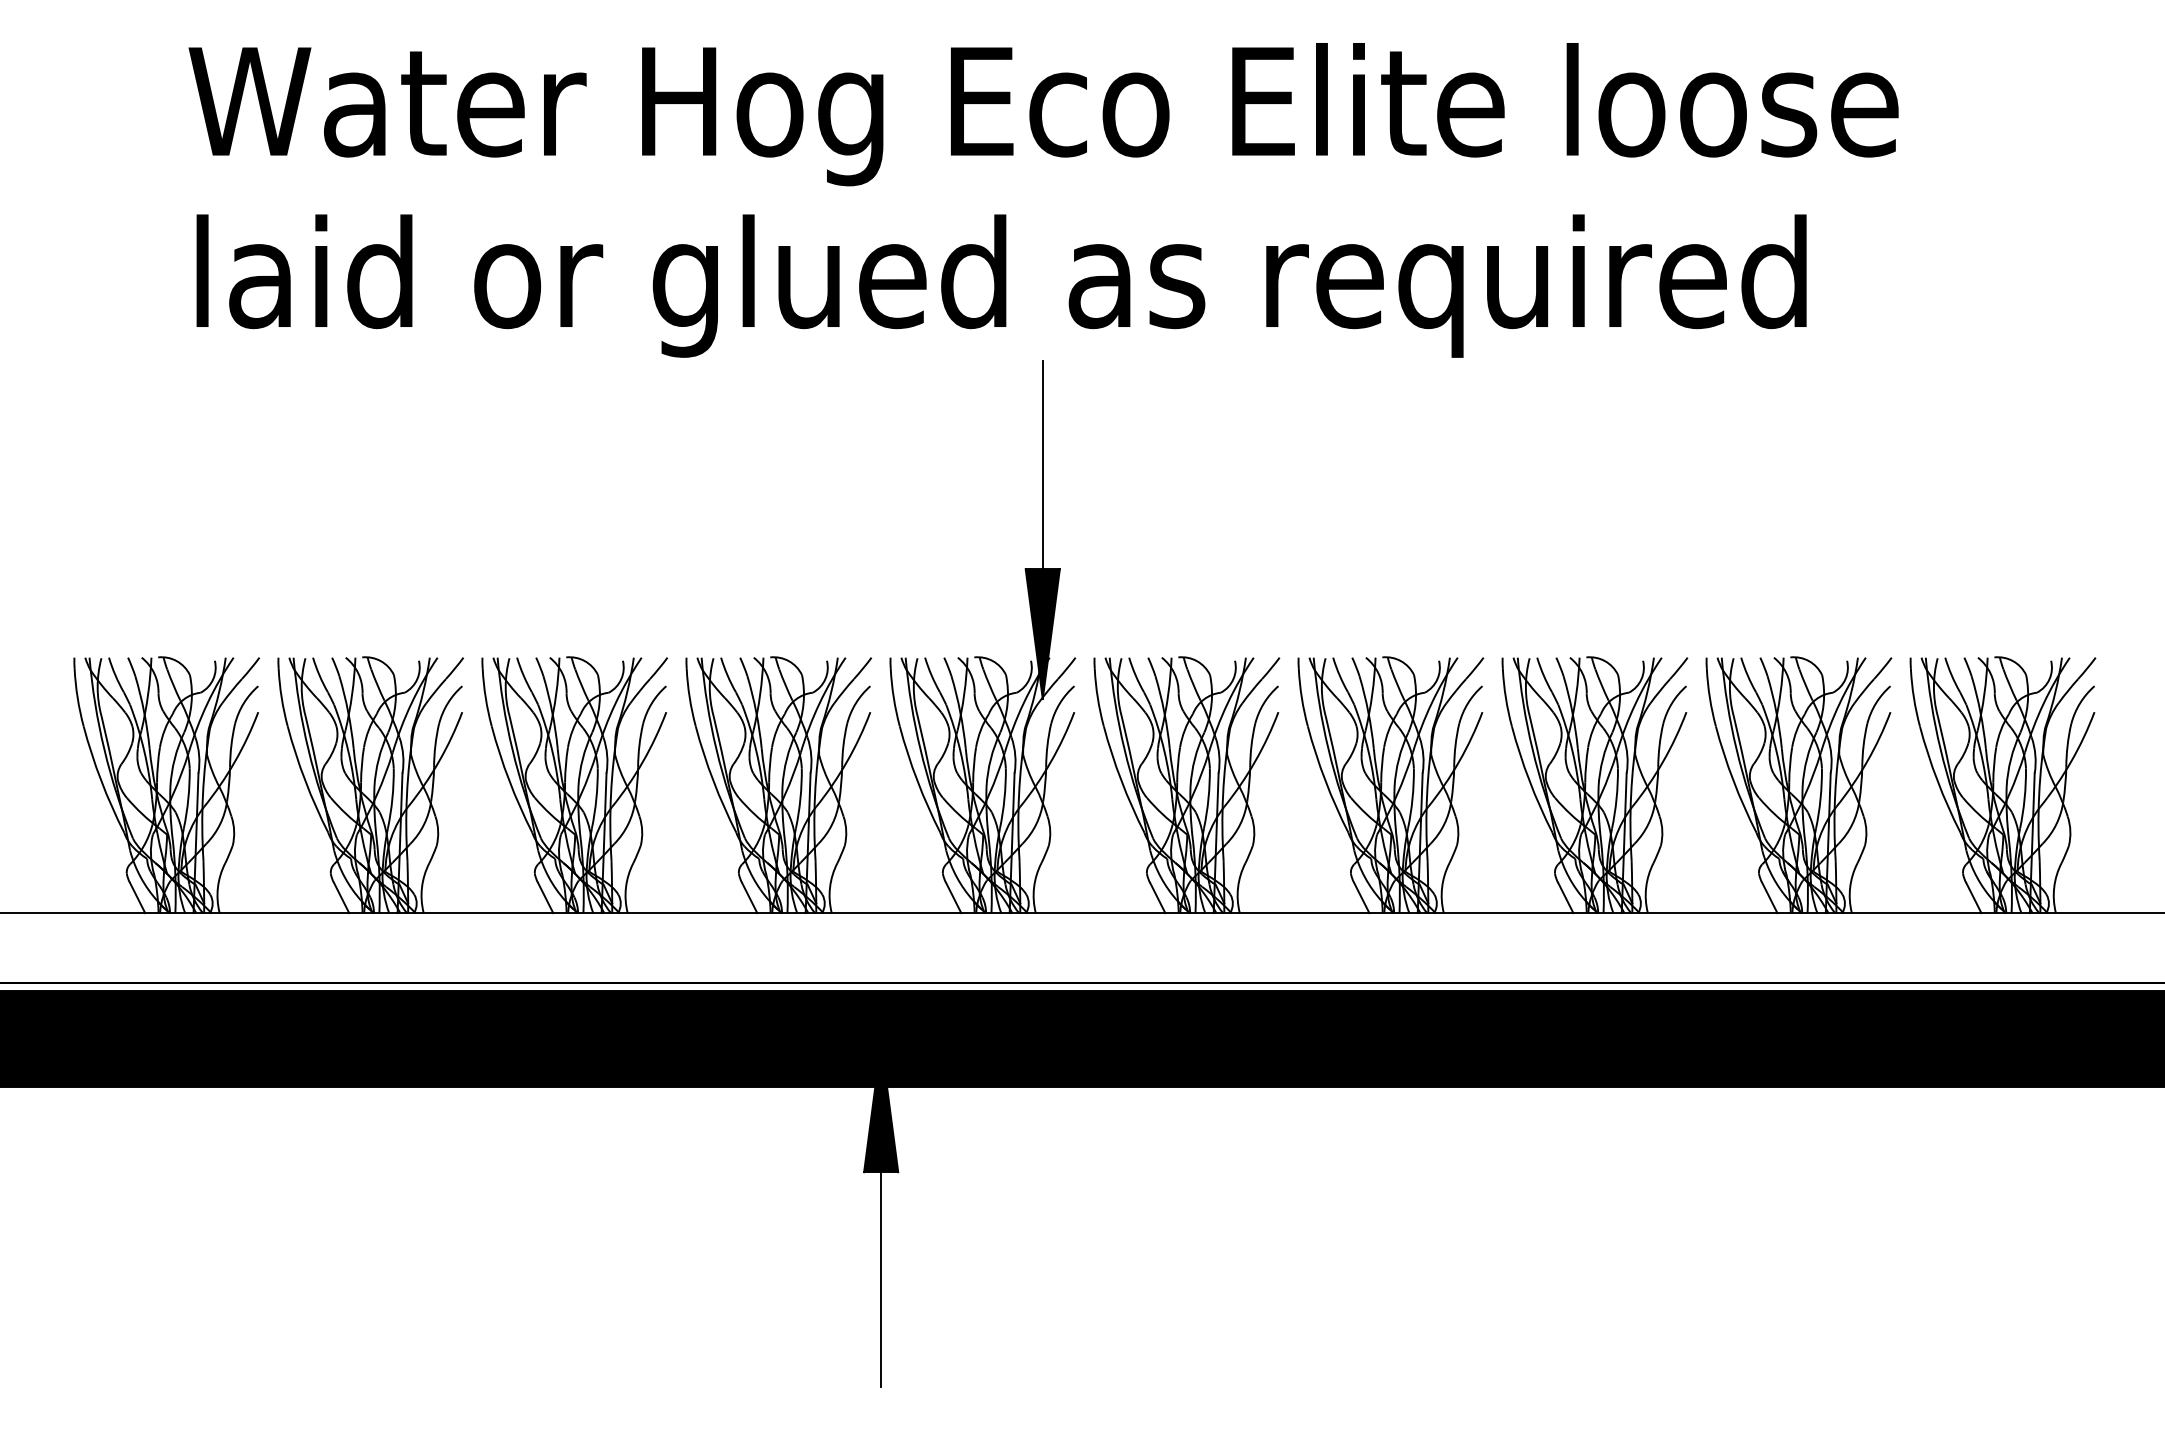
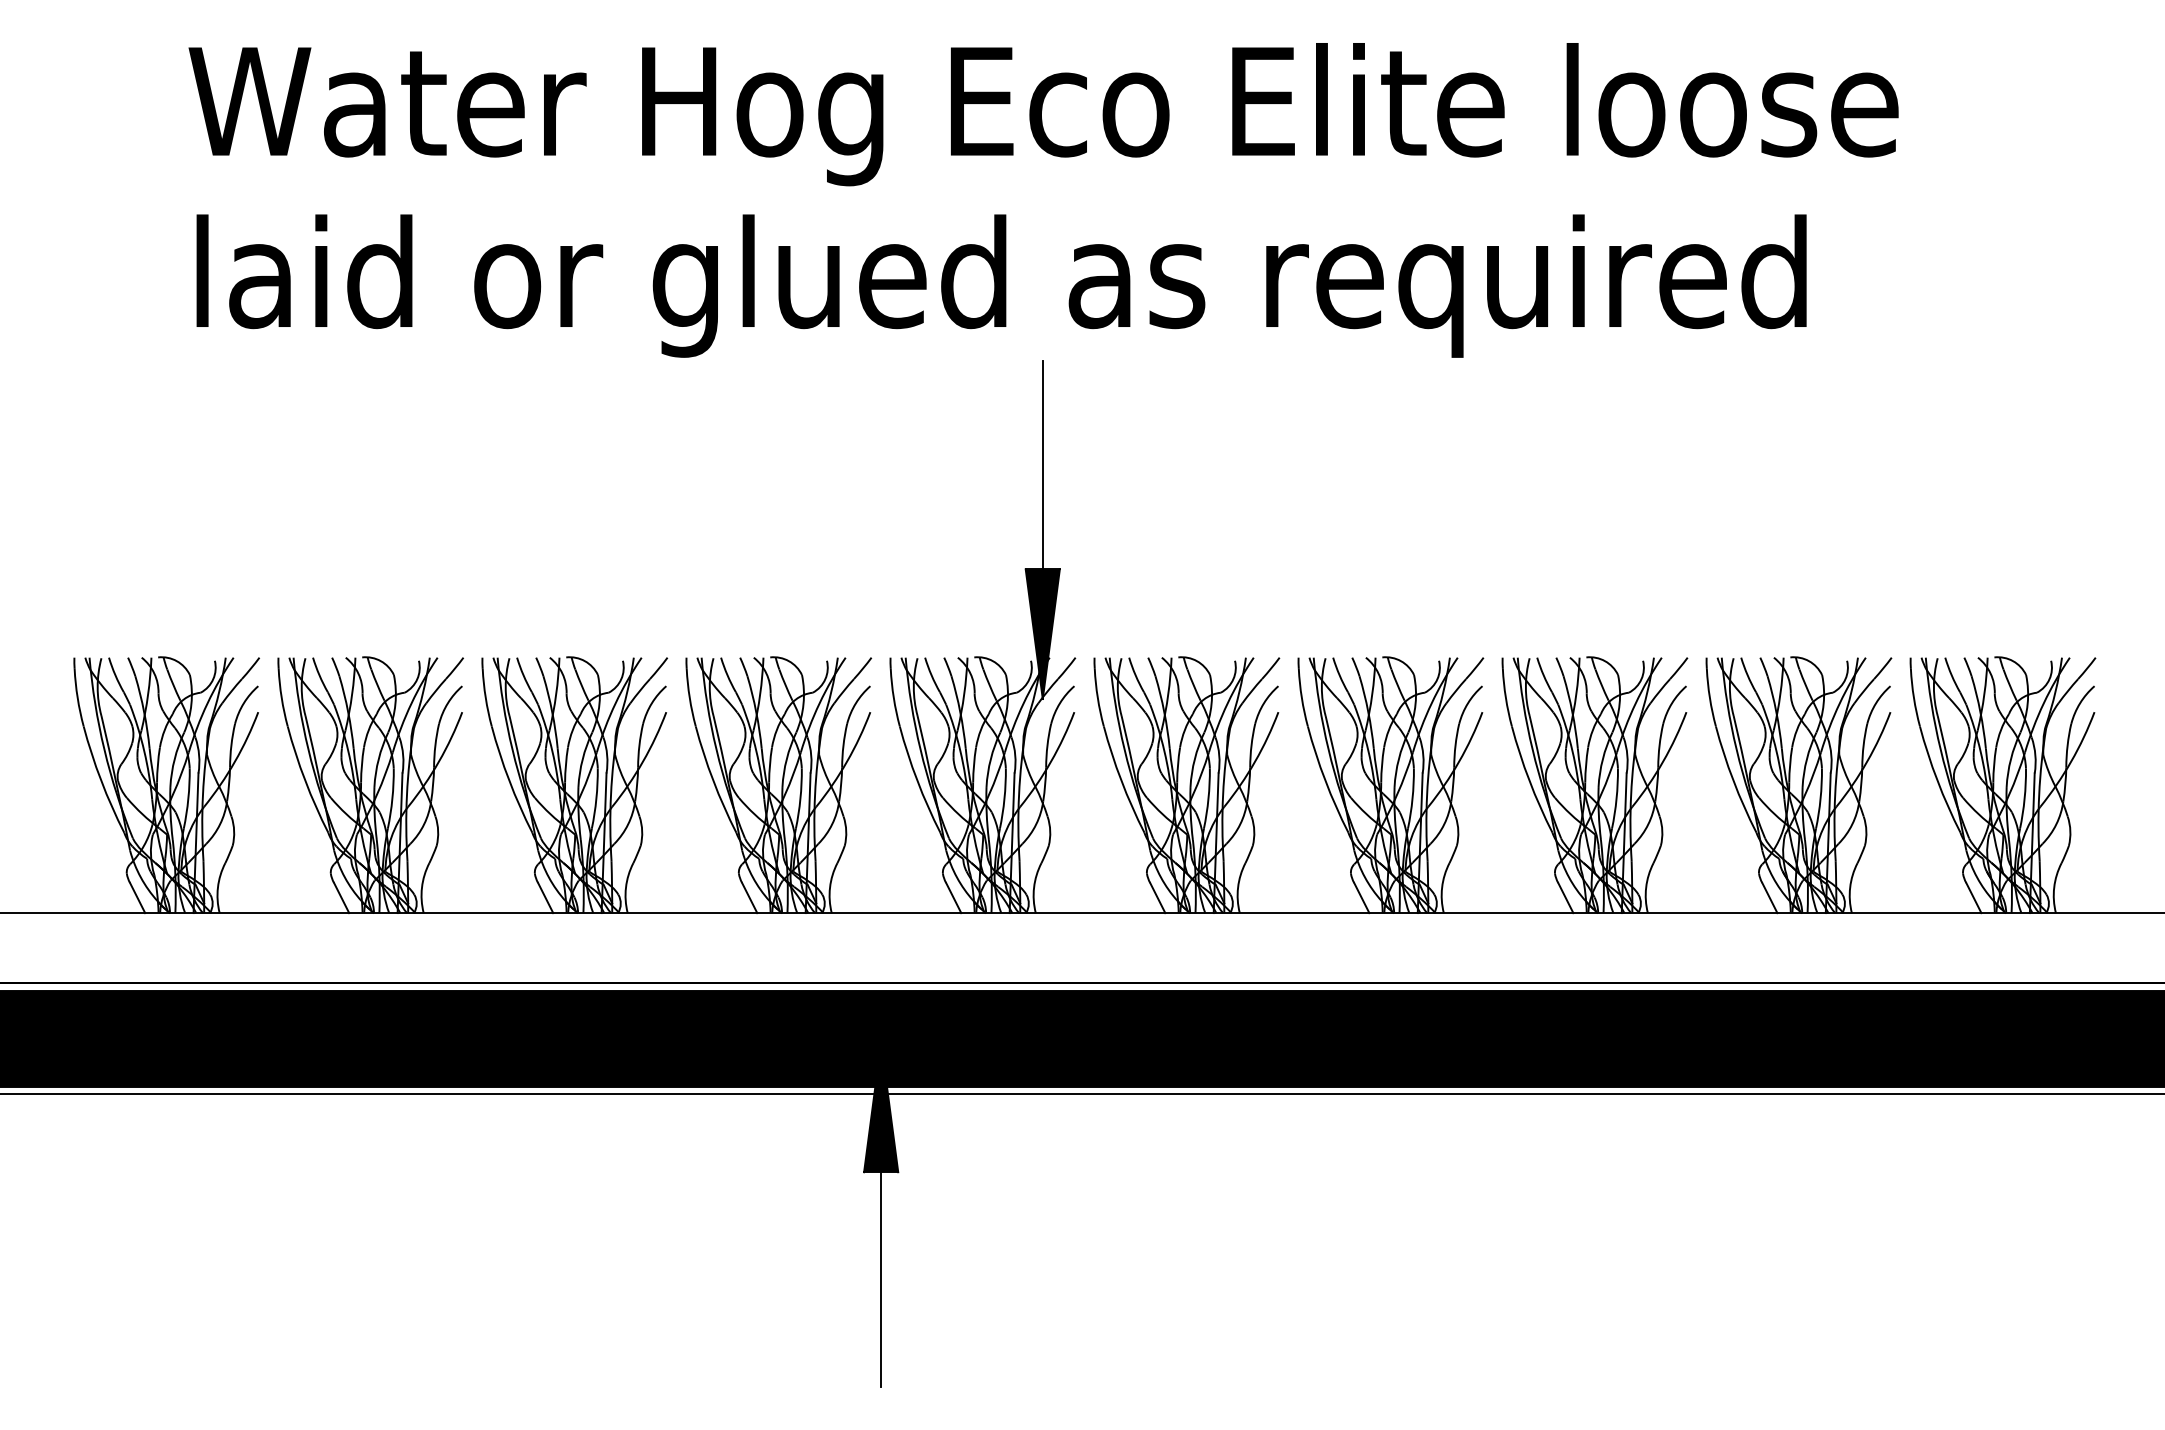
line at (1081, 1094): none -> present
